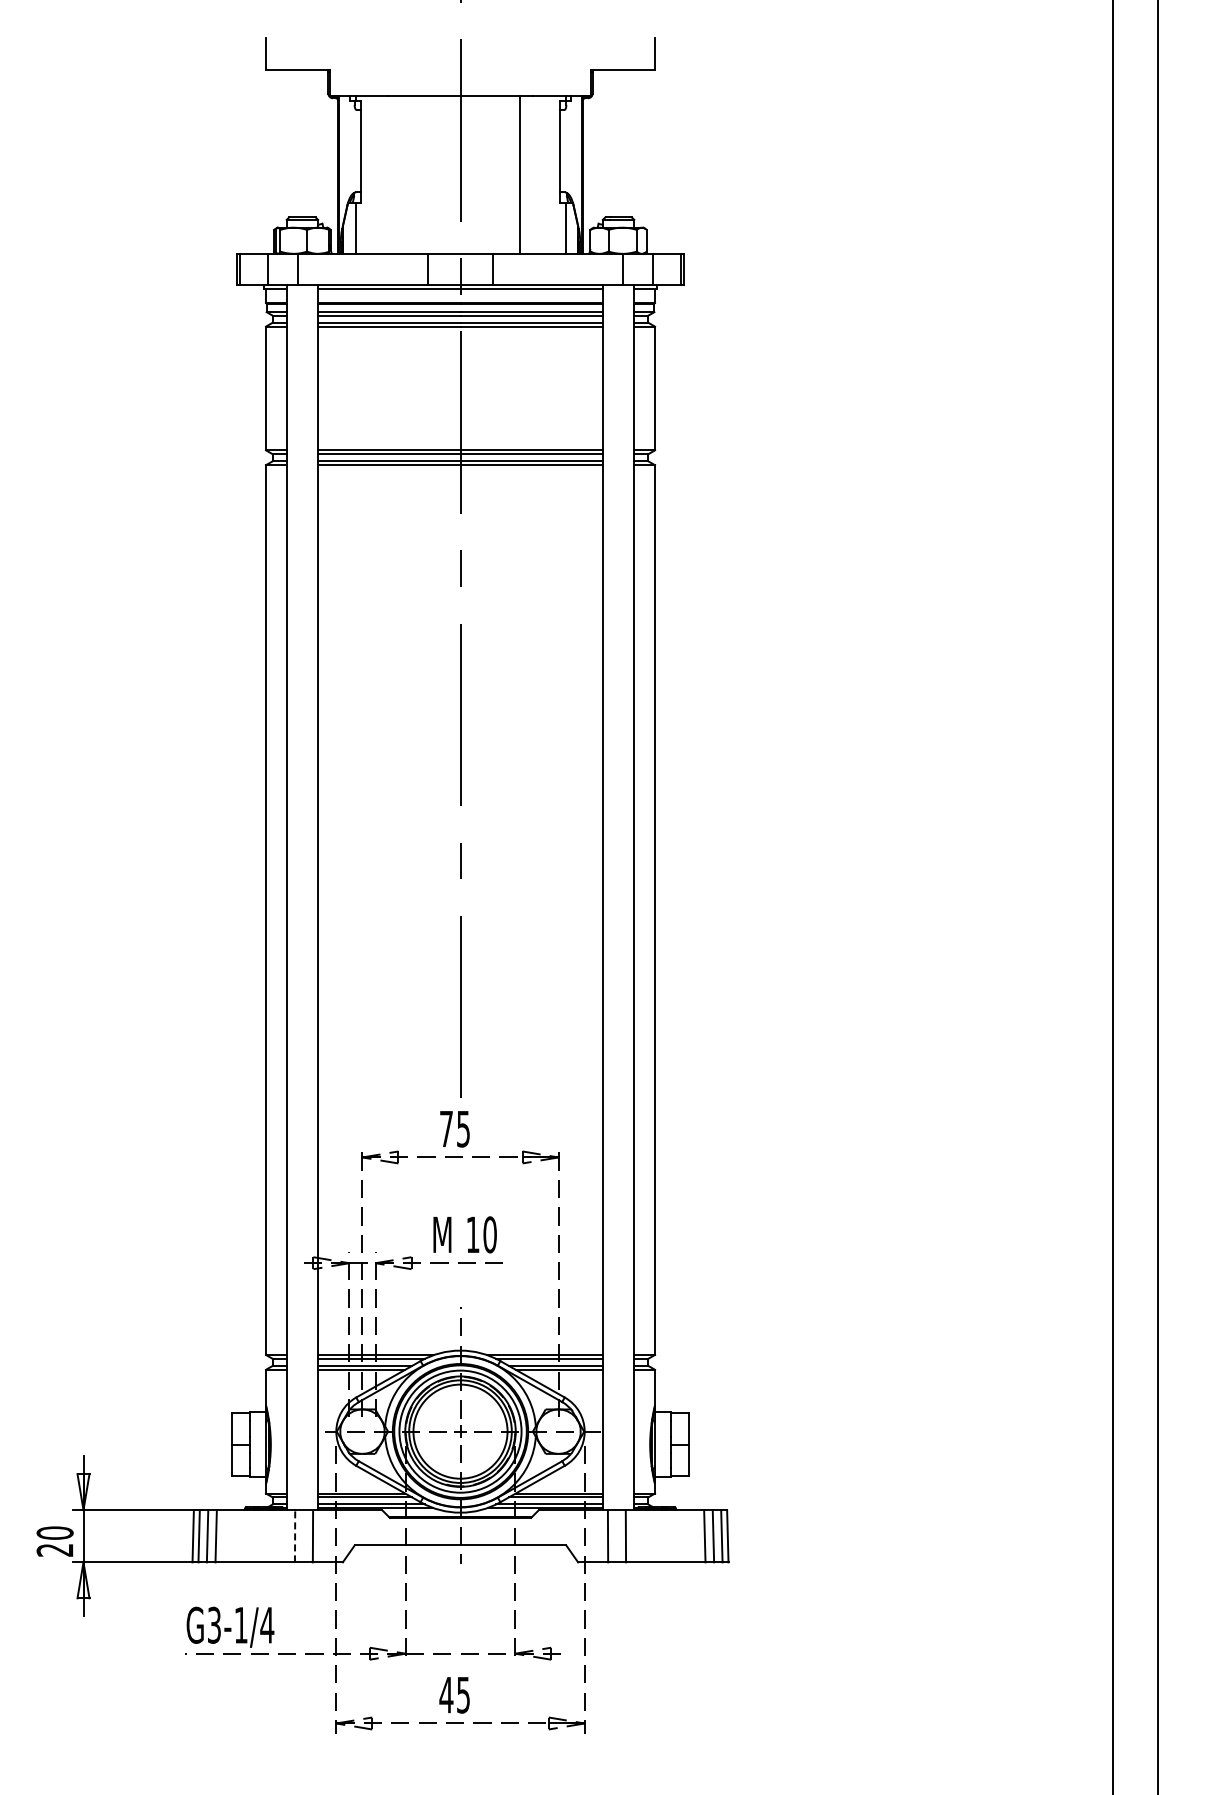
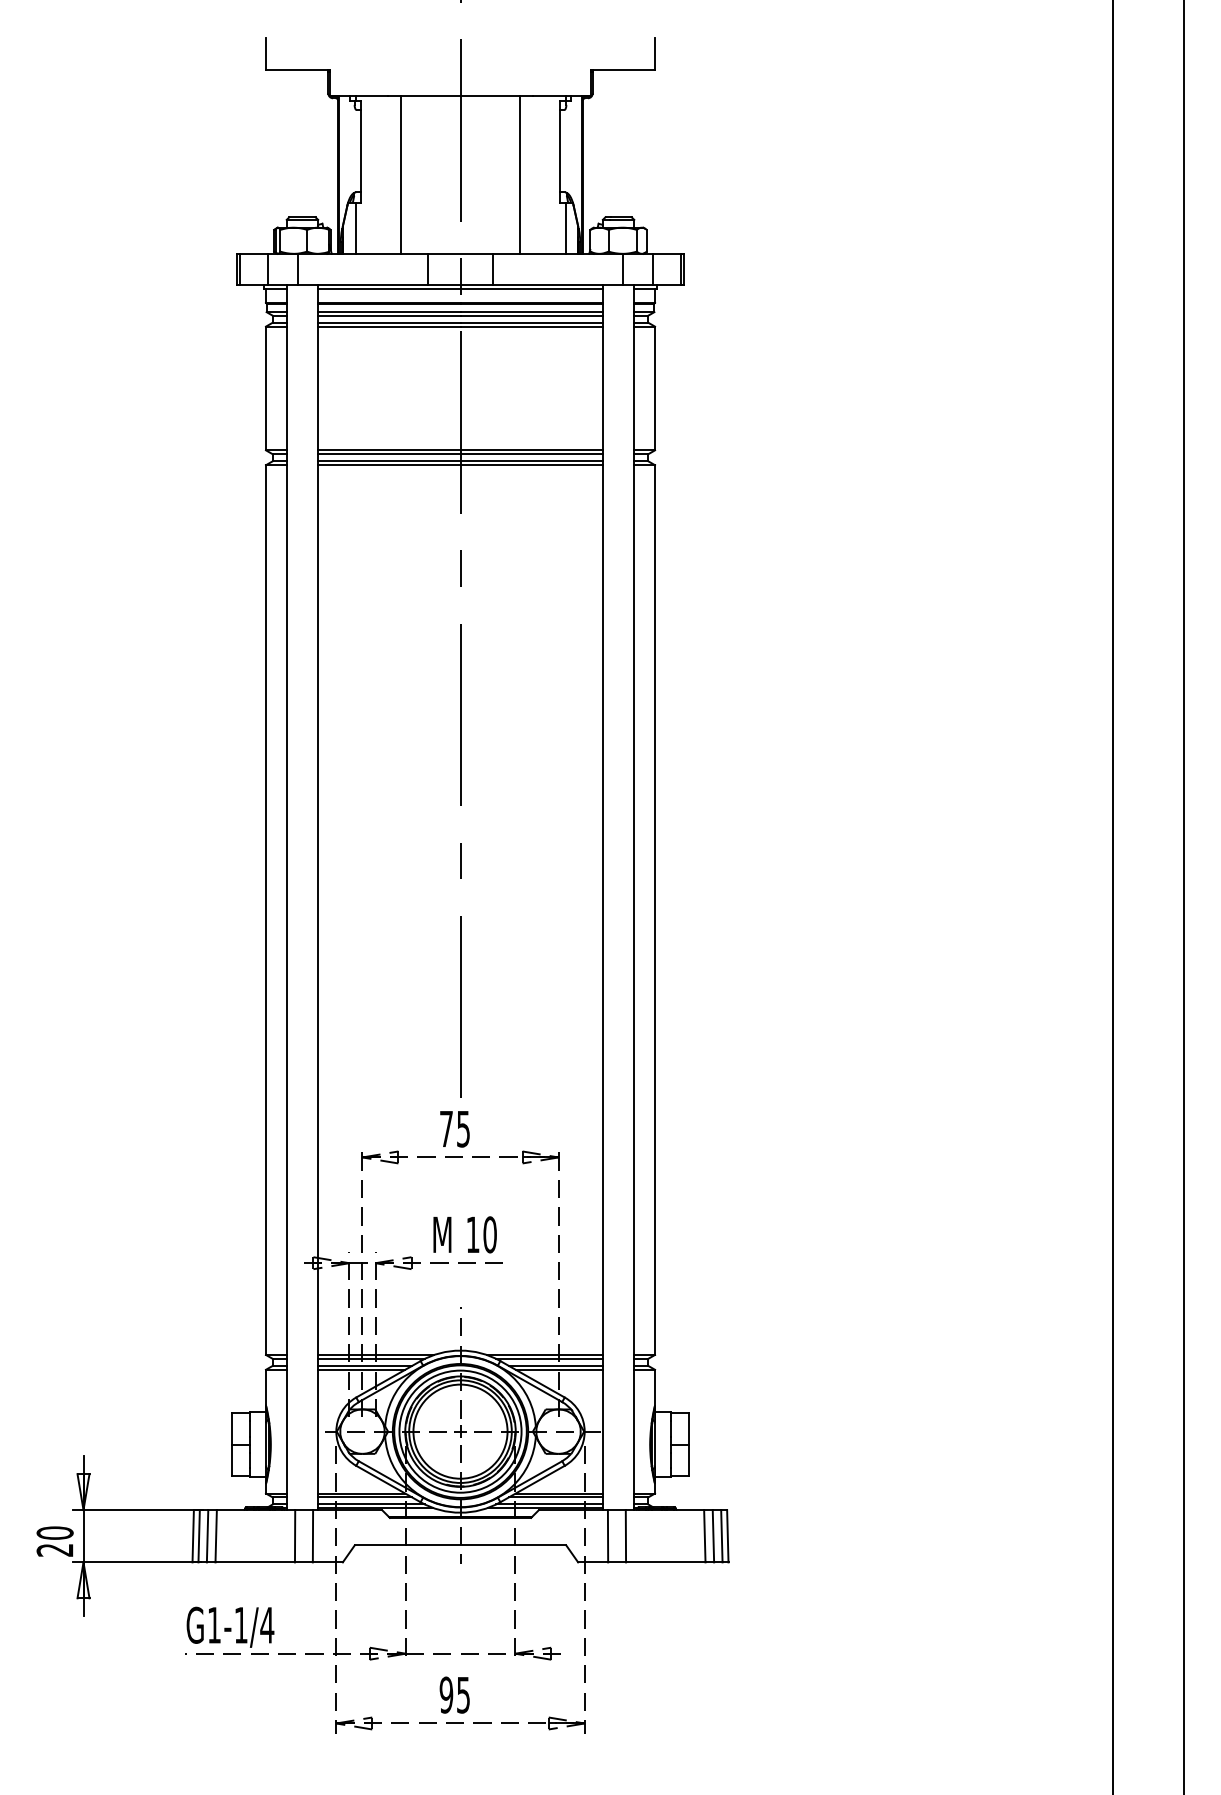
line at (401, 174): none -> present
line at (1158, 896) position: (1158, 896) -> (1184, 896)
line at (295, 1535): dashed -> solid
text at (214, 1624): G3-1/4 -> G1-1/4
text at (446, 1694): 45 -> 95
